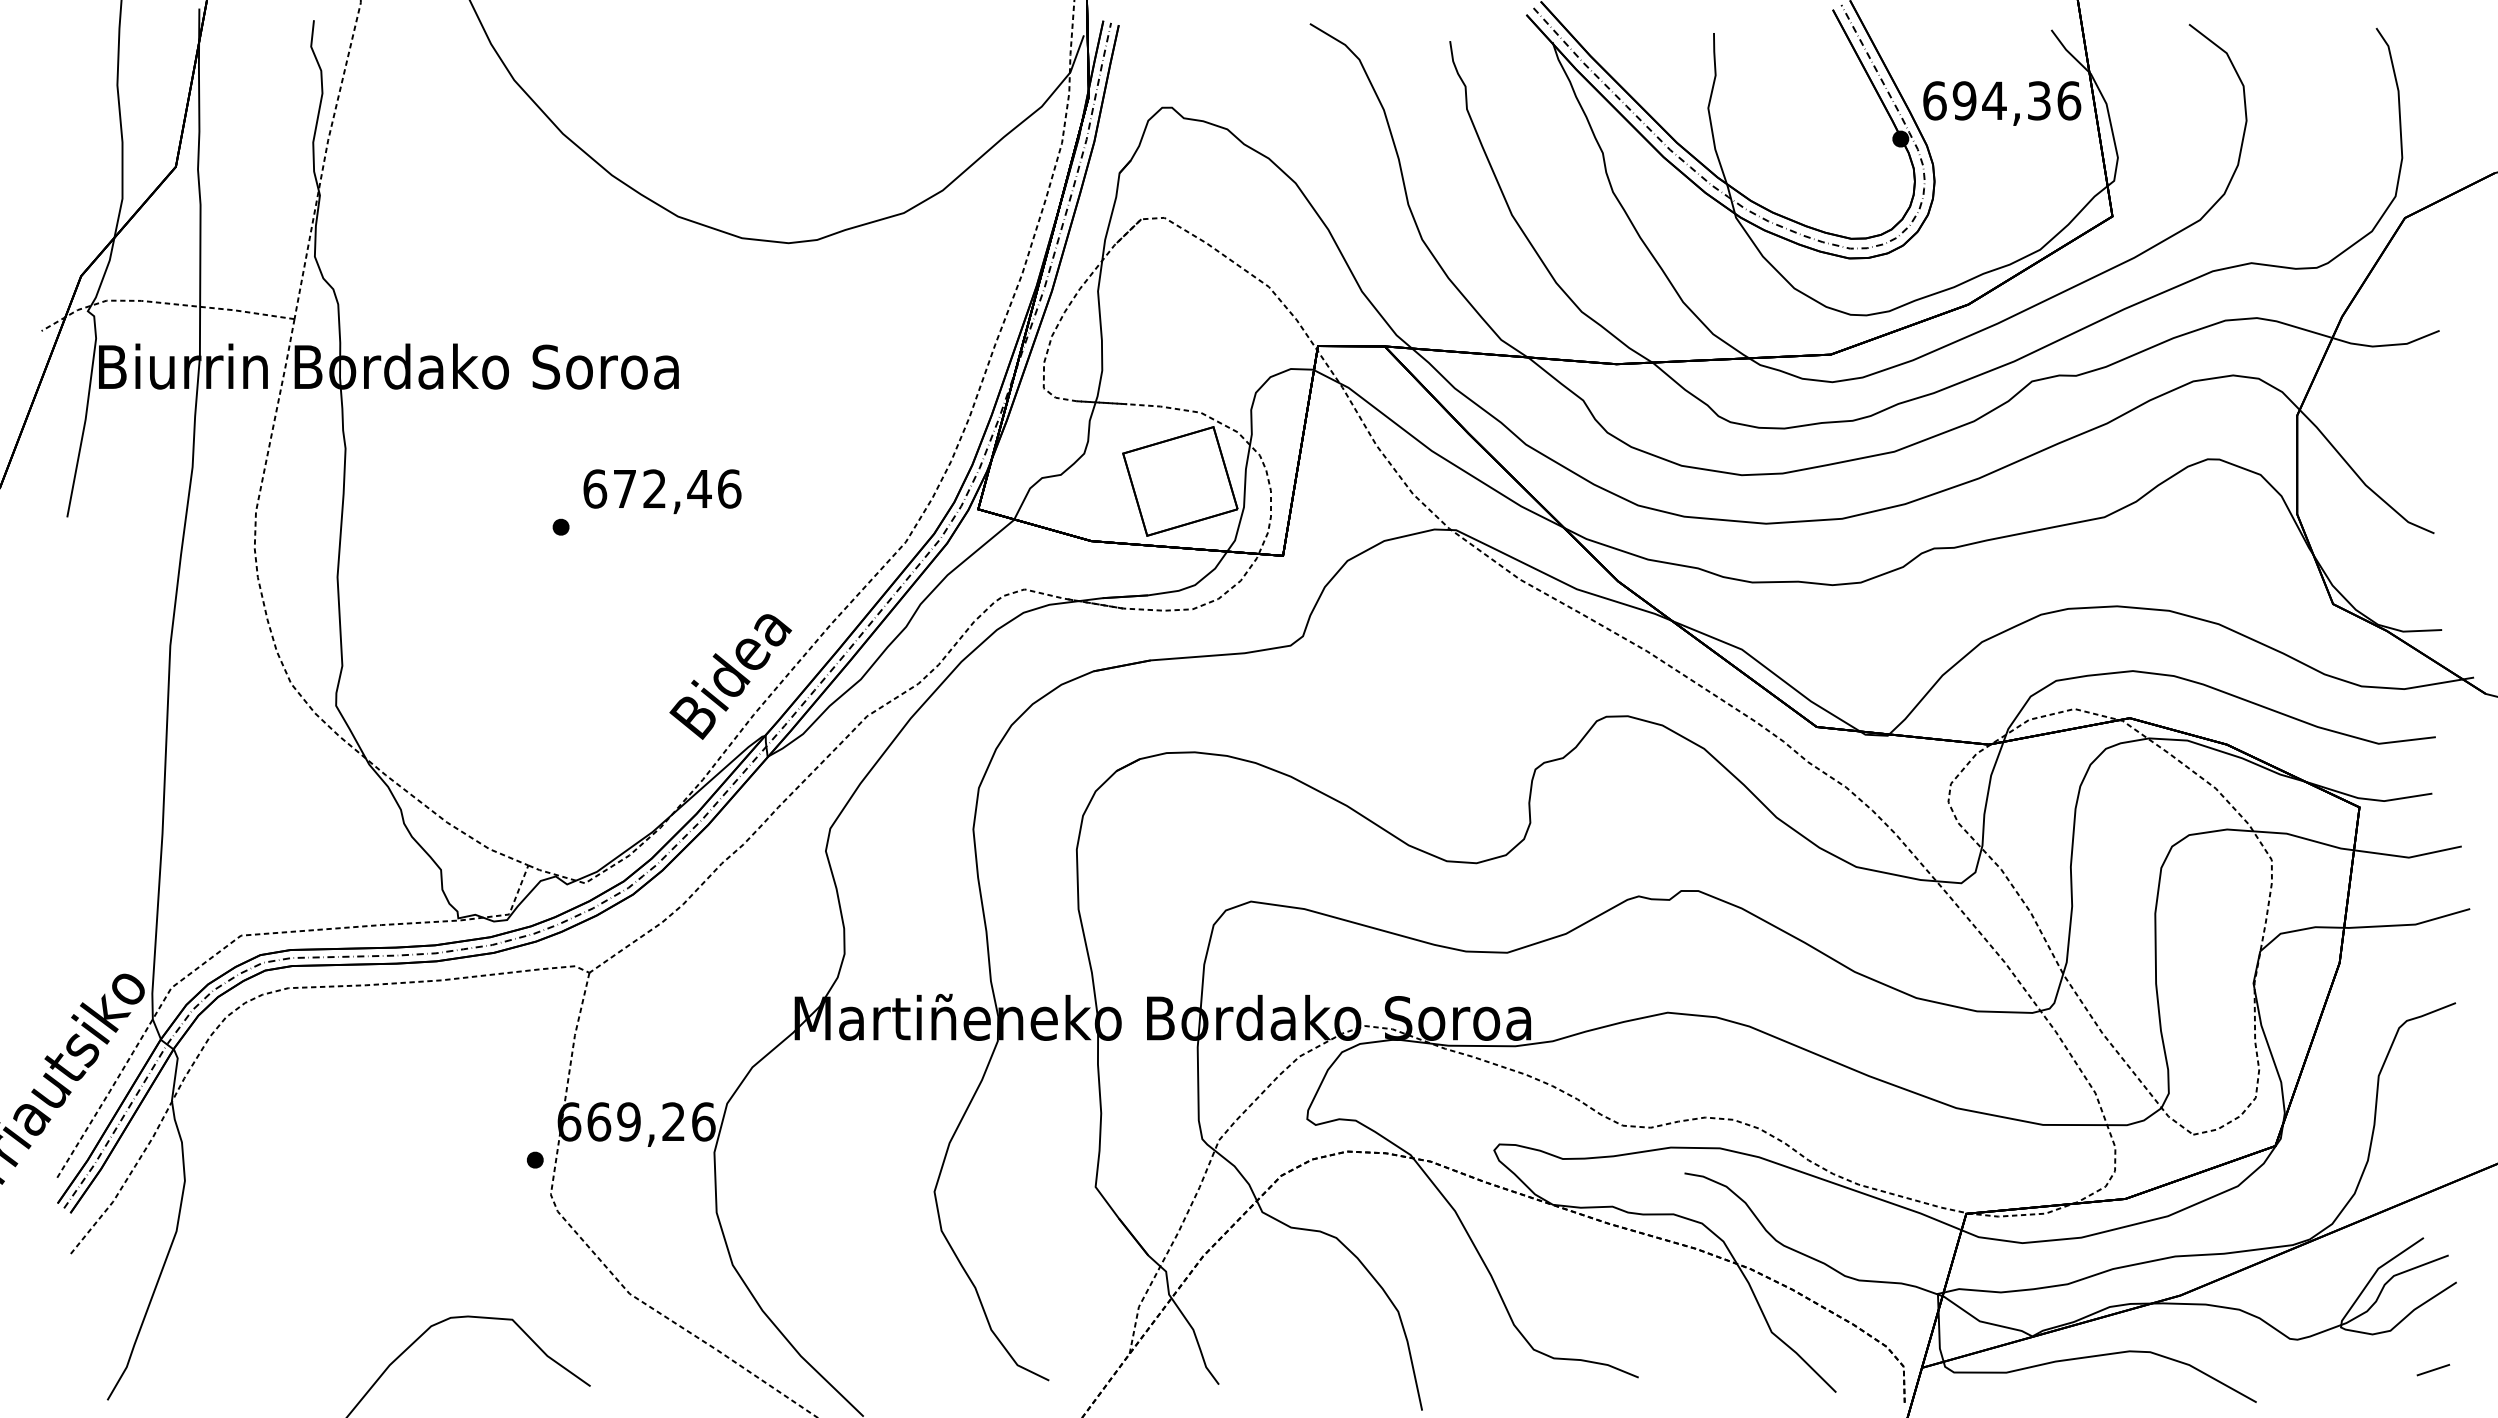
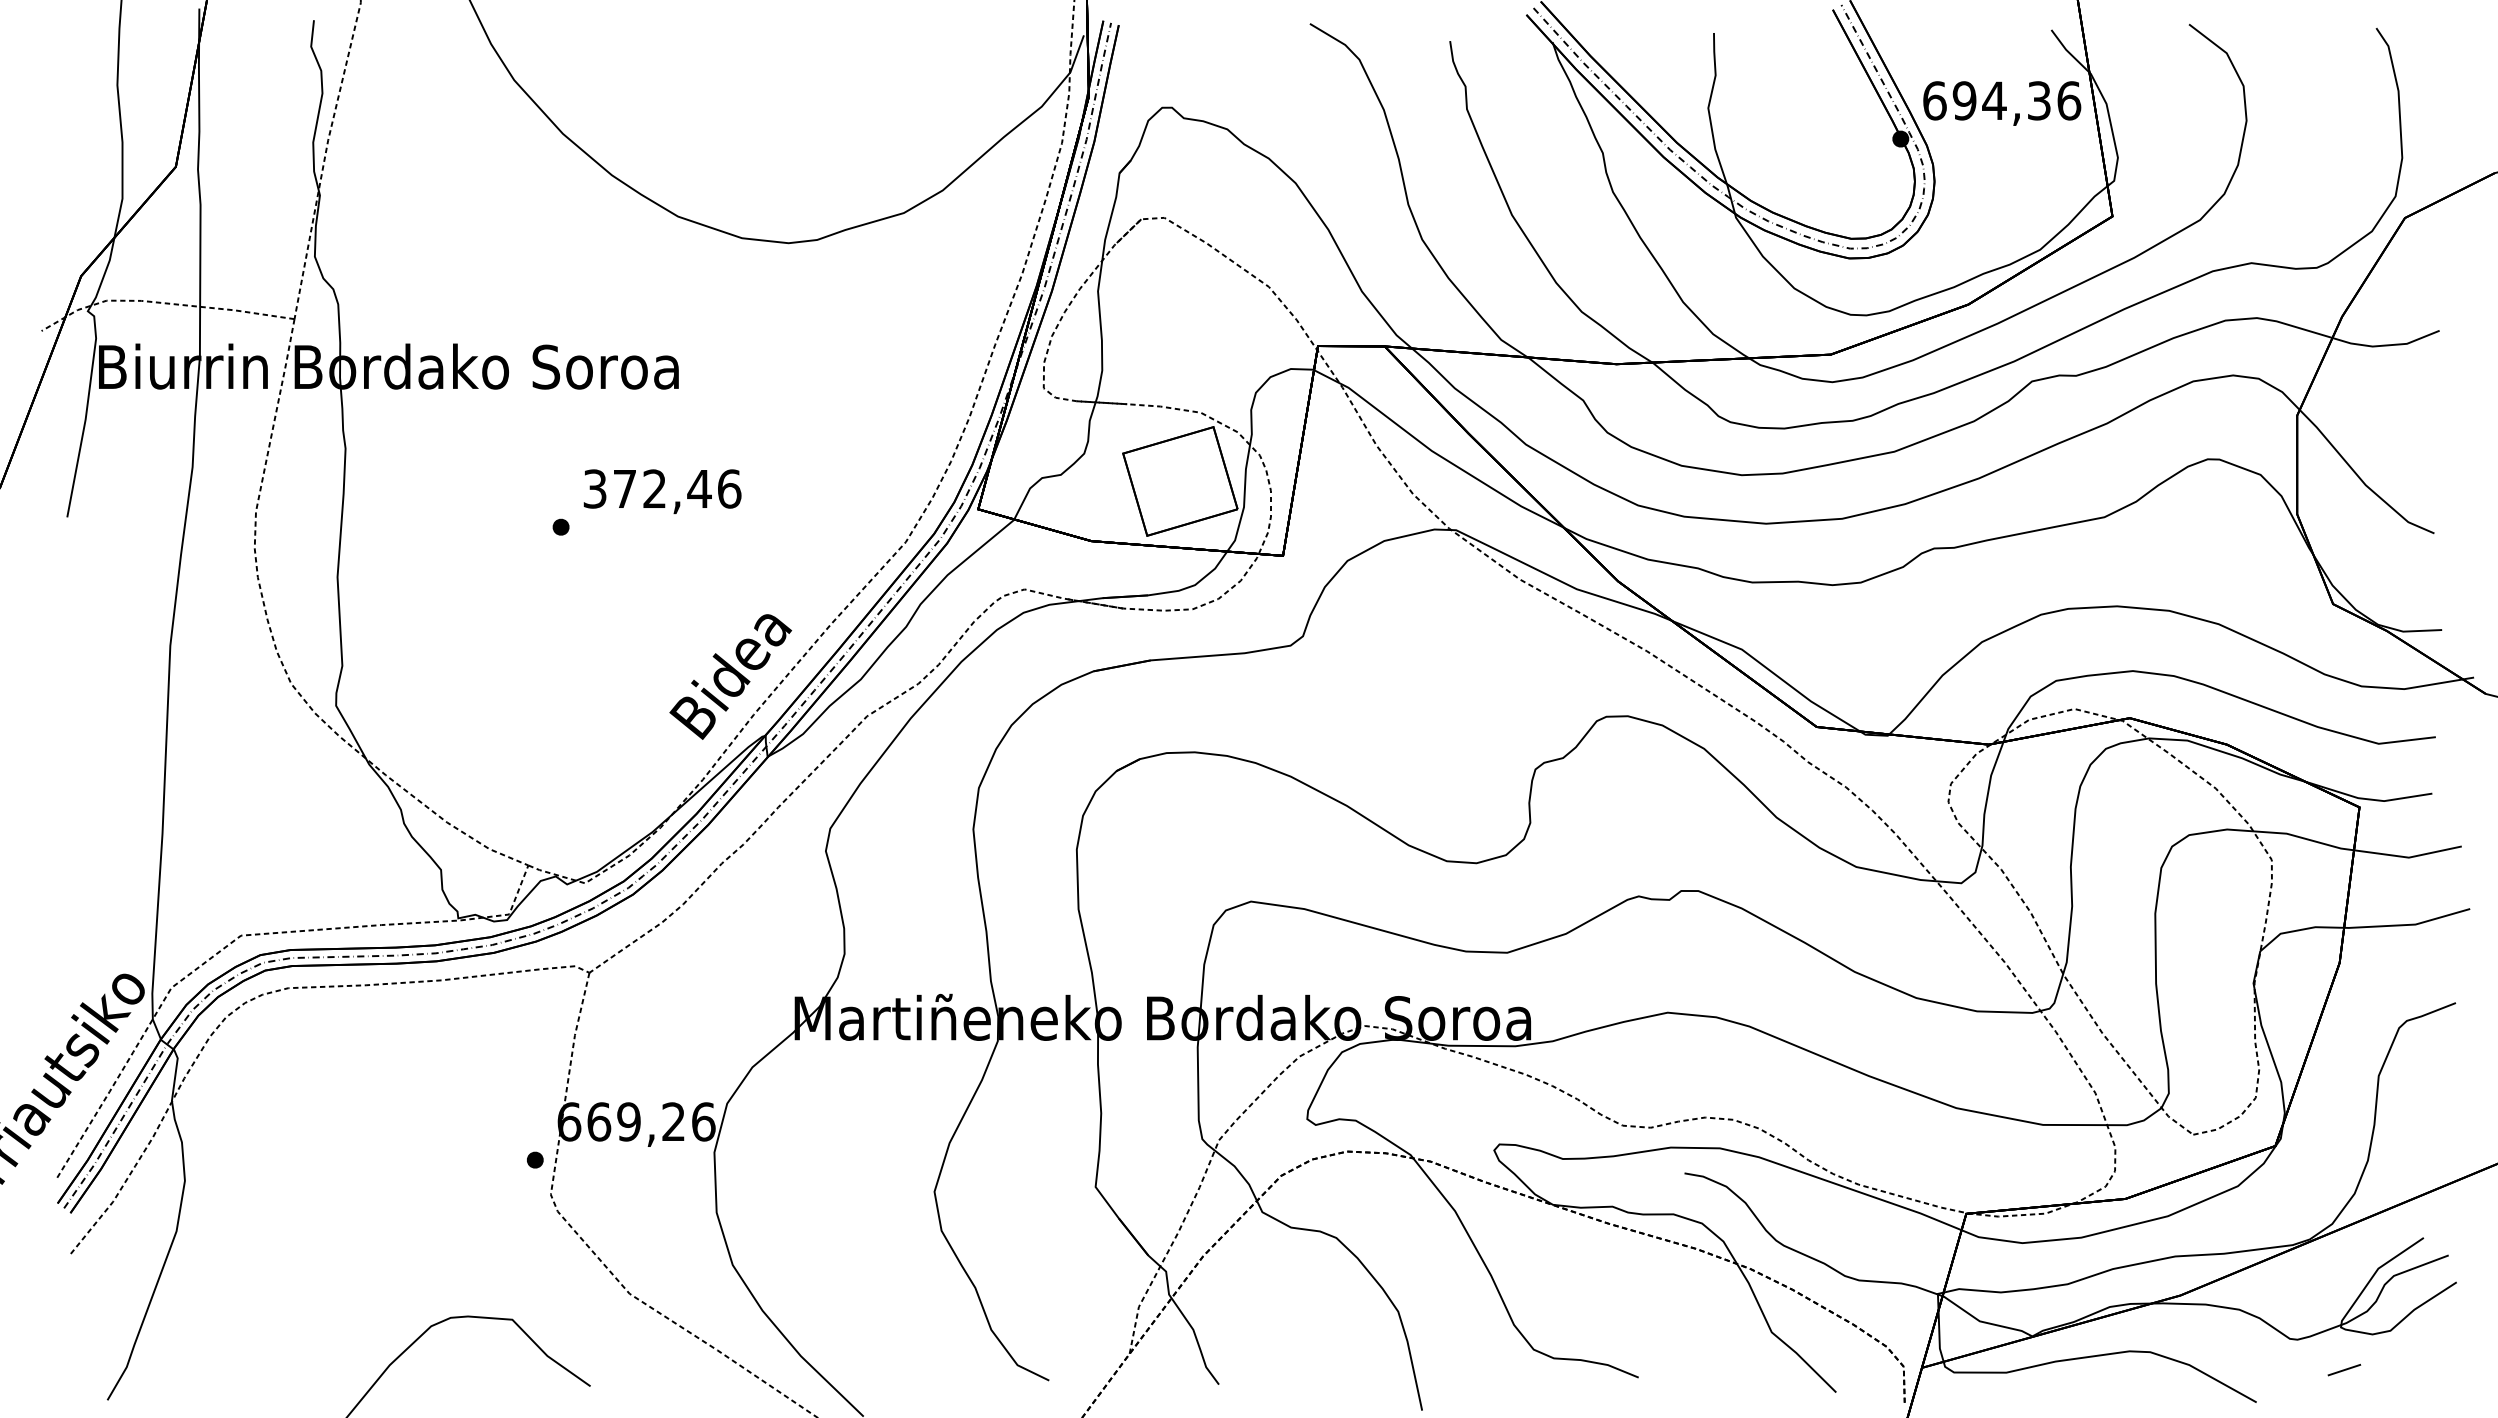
text at (595, 488): 672,46 -> 372,46
line at (2433, 1369) position: (2433, 1369) -> (2344, 1369)
